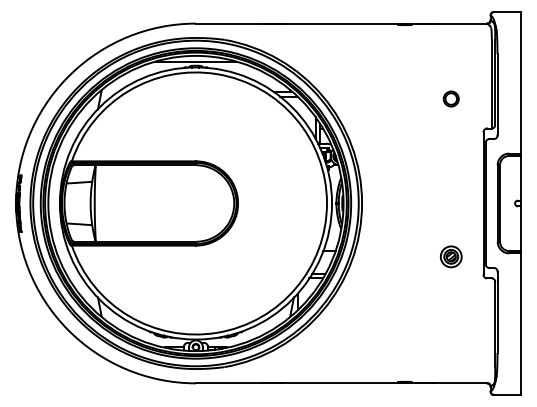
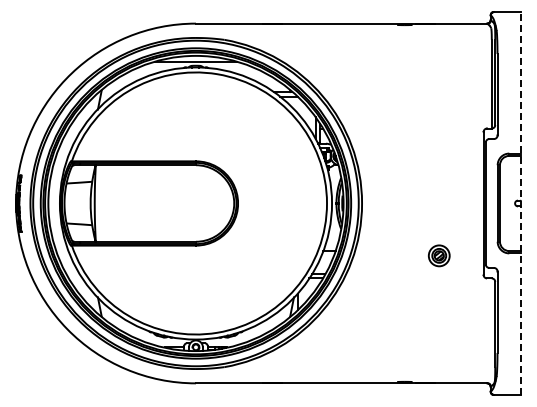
part at (450, 98): present -> none
line at (520, 203): solid -> dashed
part at (451, 256) position: (451, 256) -> (439, 255)
